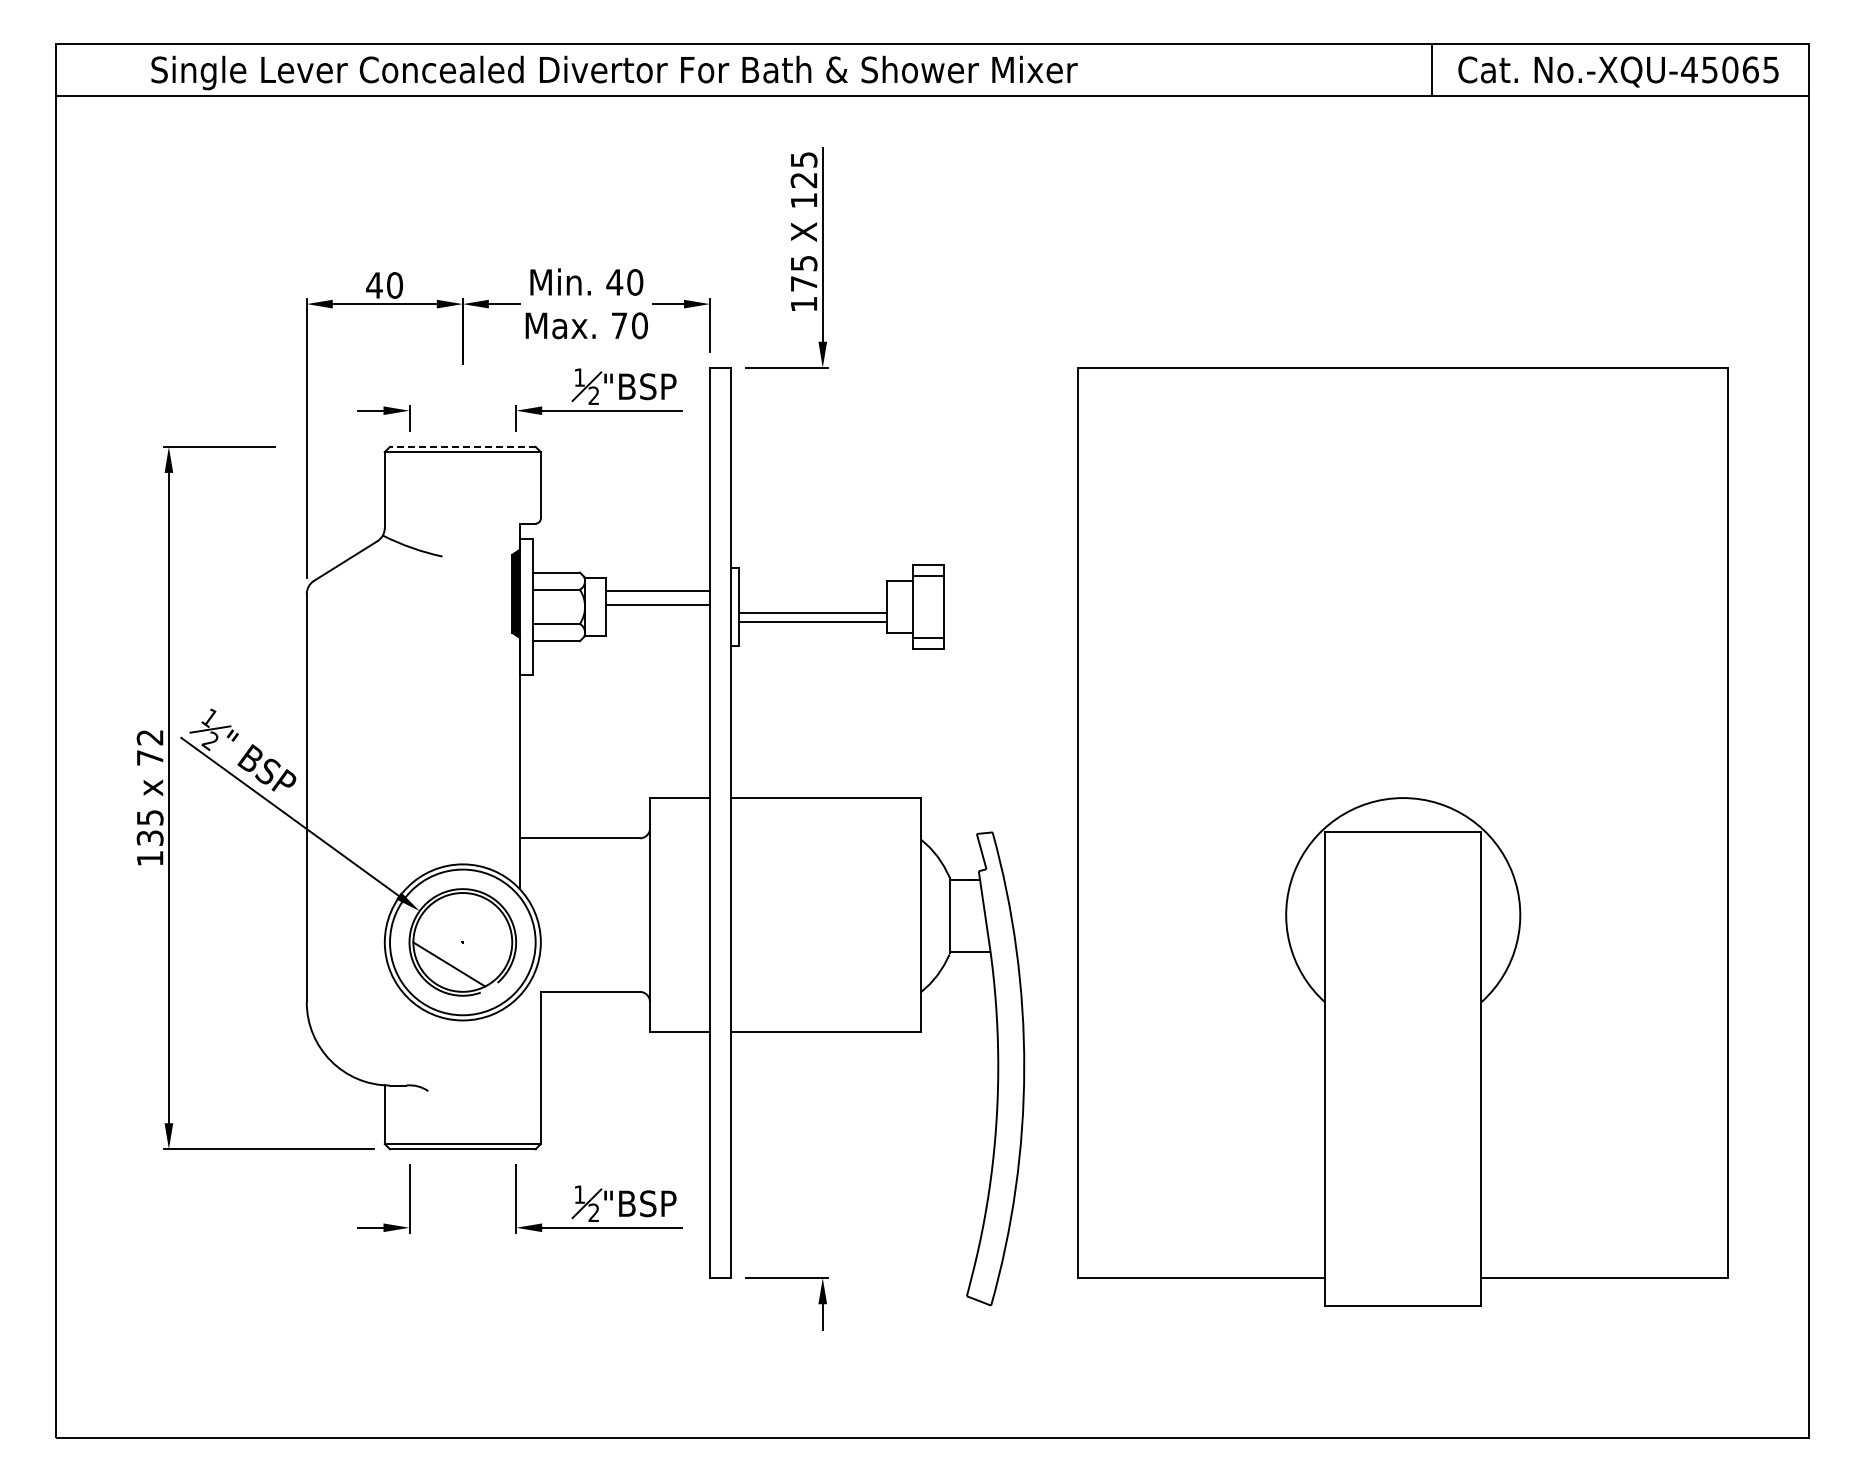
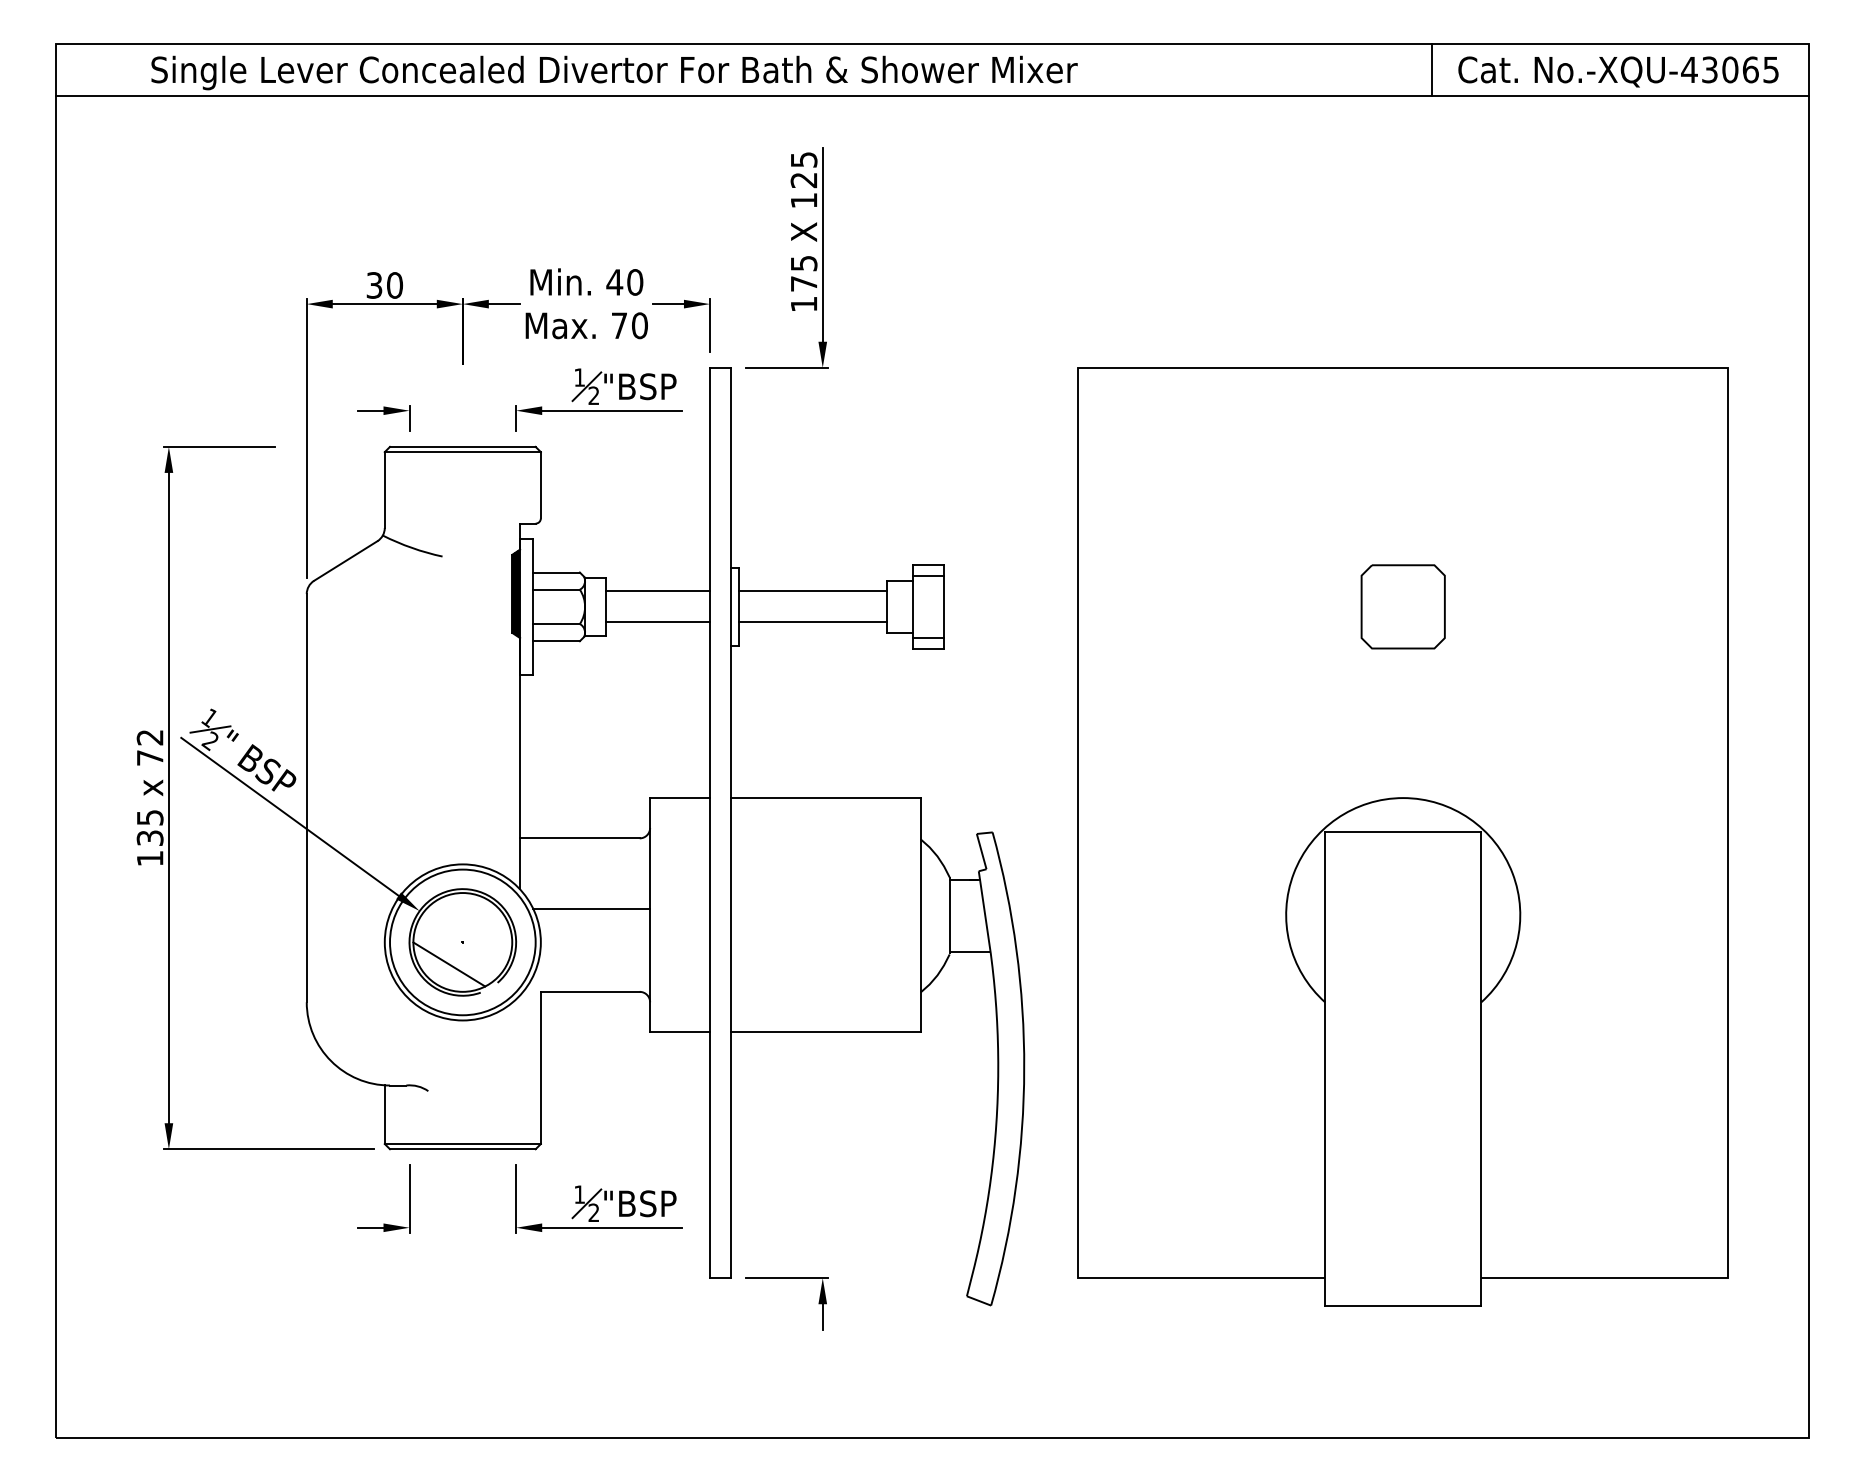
text at (1709, 69): No.-XQU-45065 -> No.-XQU-43065
text at (374, 285): 40 -> 30
line at (462, 446): dashed -> solid
line at (657, 605) position: (657, 605) -> (657, 622)
part at (1402, 606): none -> present
line at (812, 613) position: (812, 613) -> (812, 591)
line at (591, 908): none -> present
